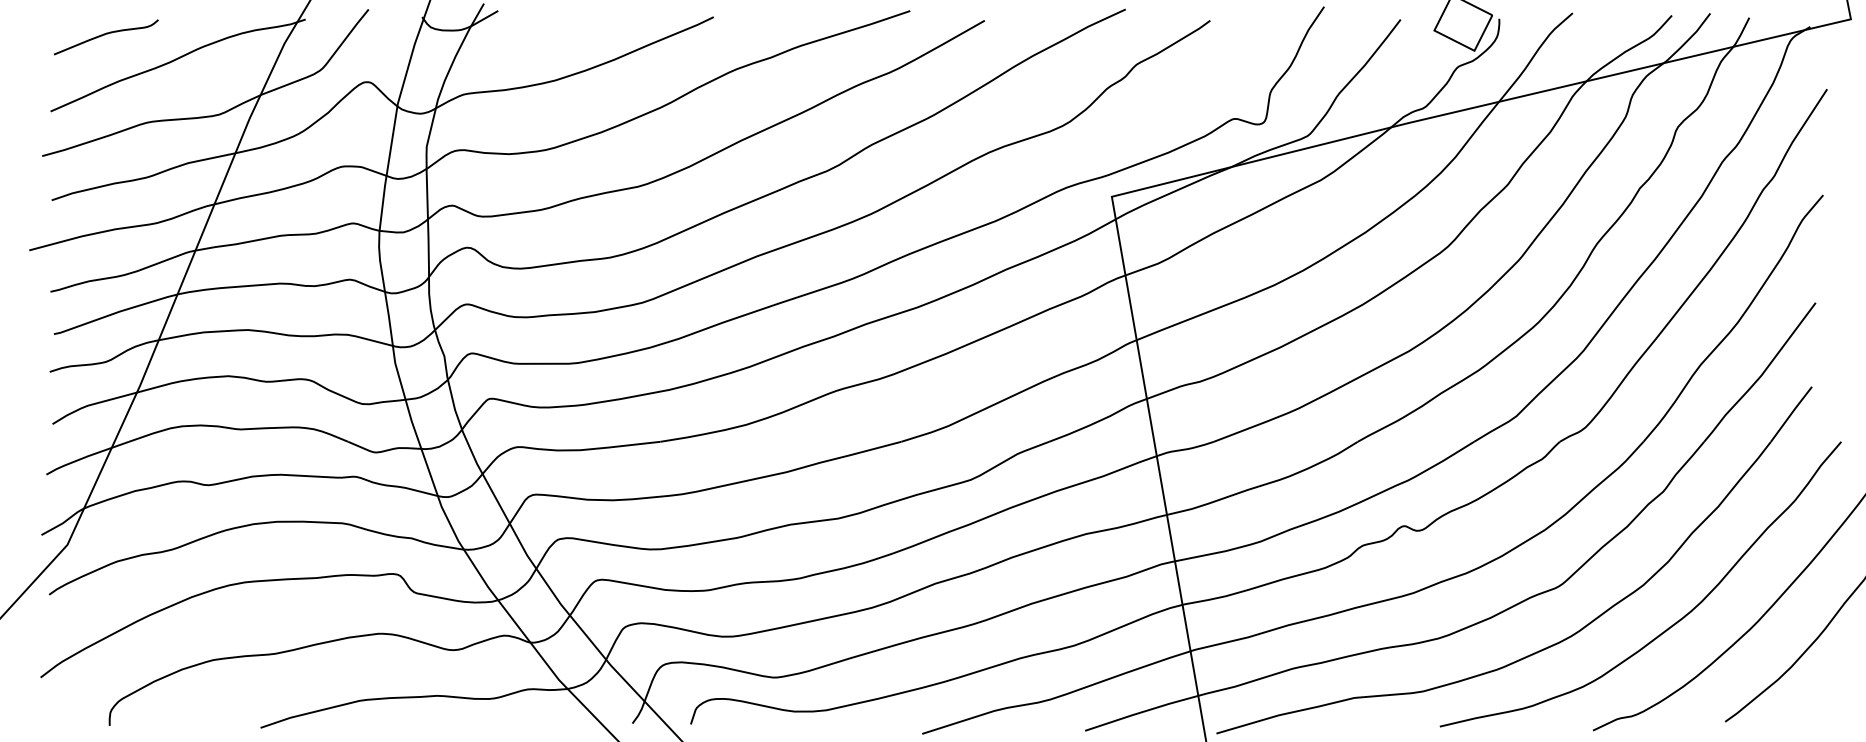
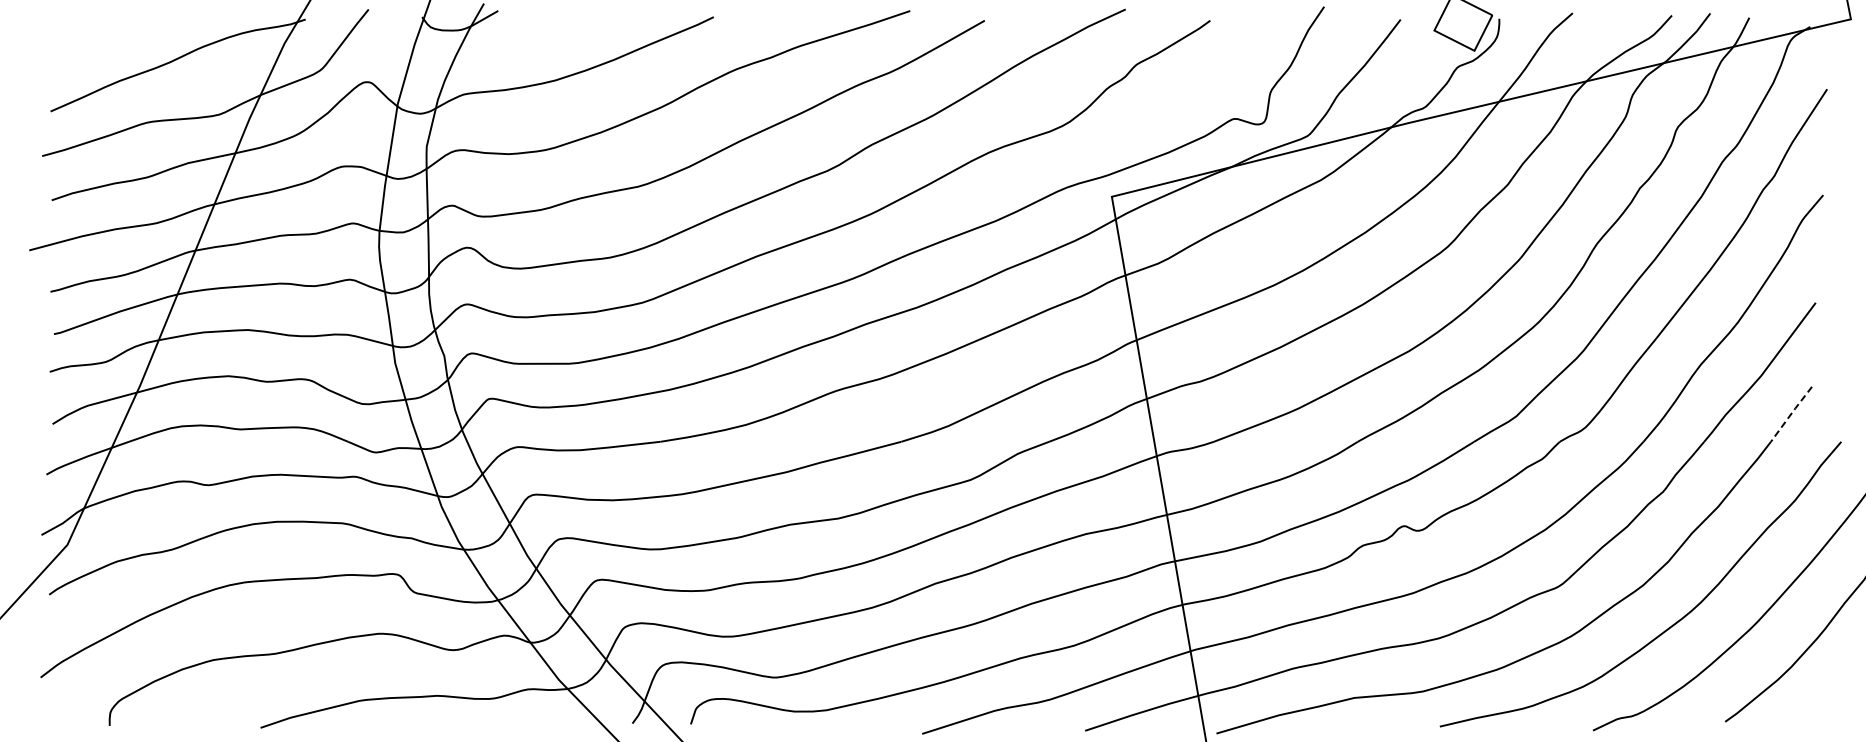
curve at (104, 35): present -> none
line at (1791, 413): solid -> dashed
